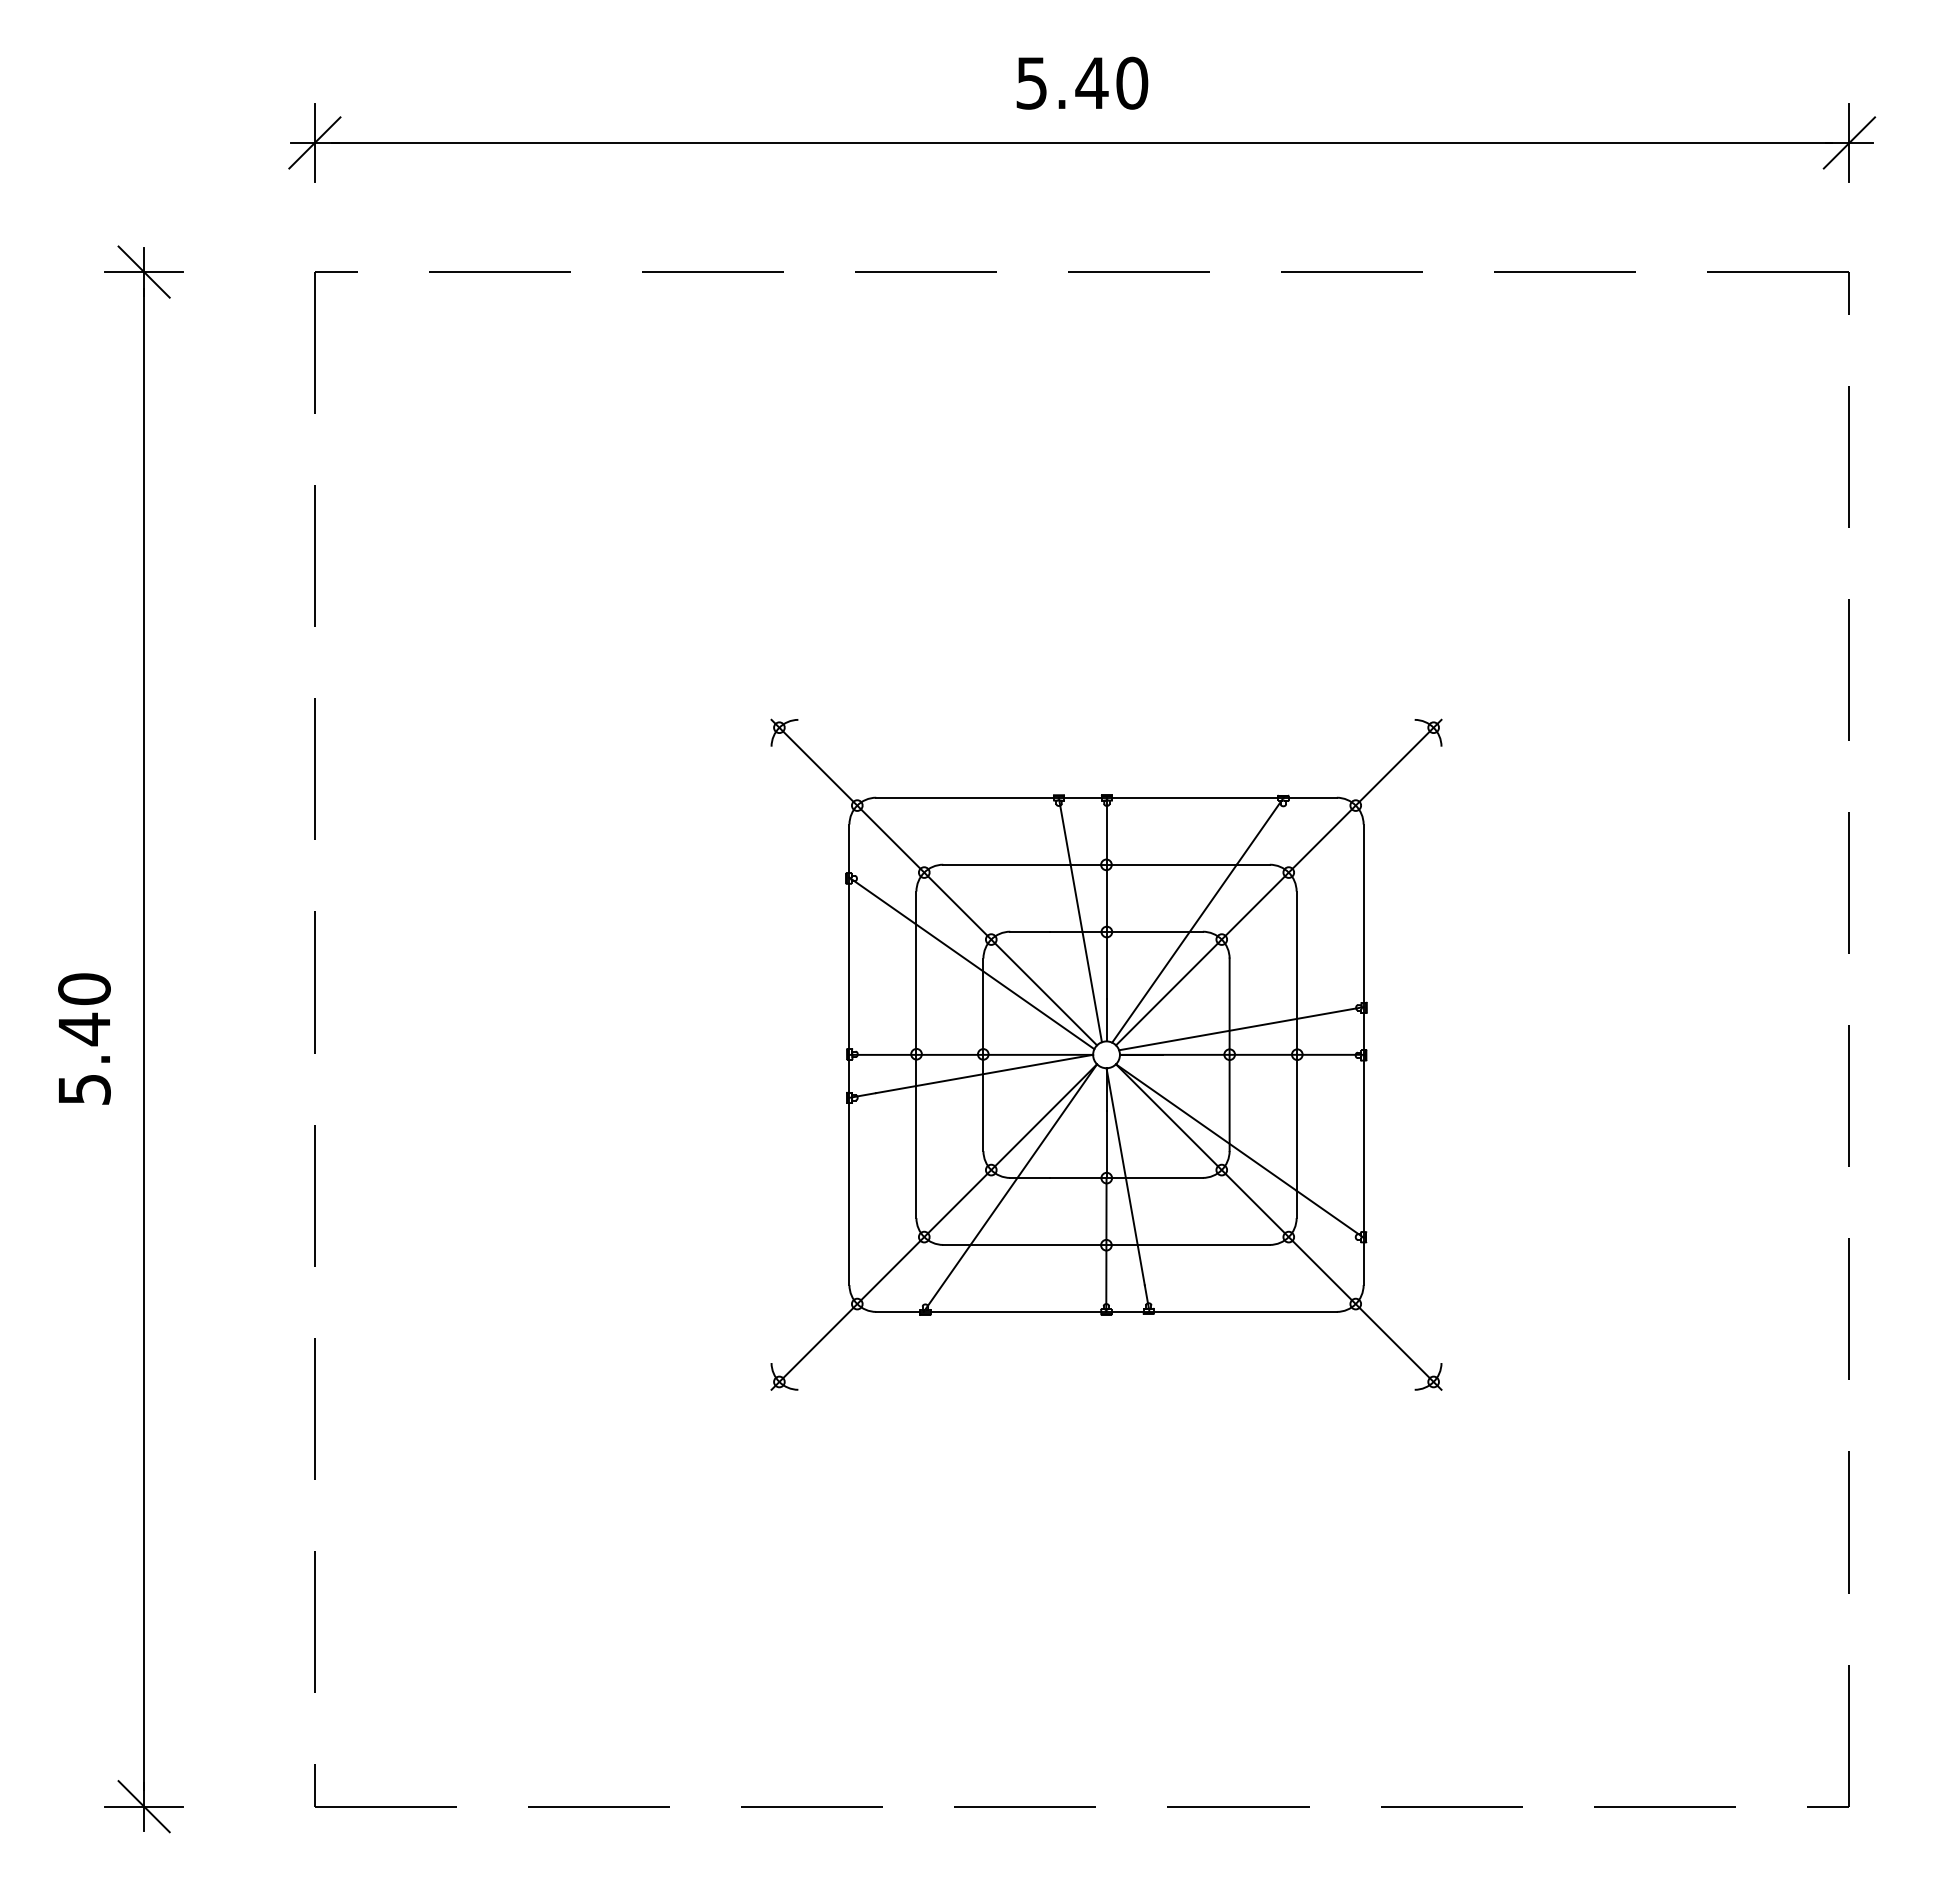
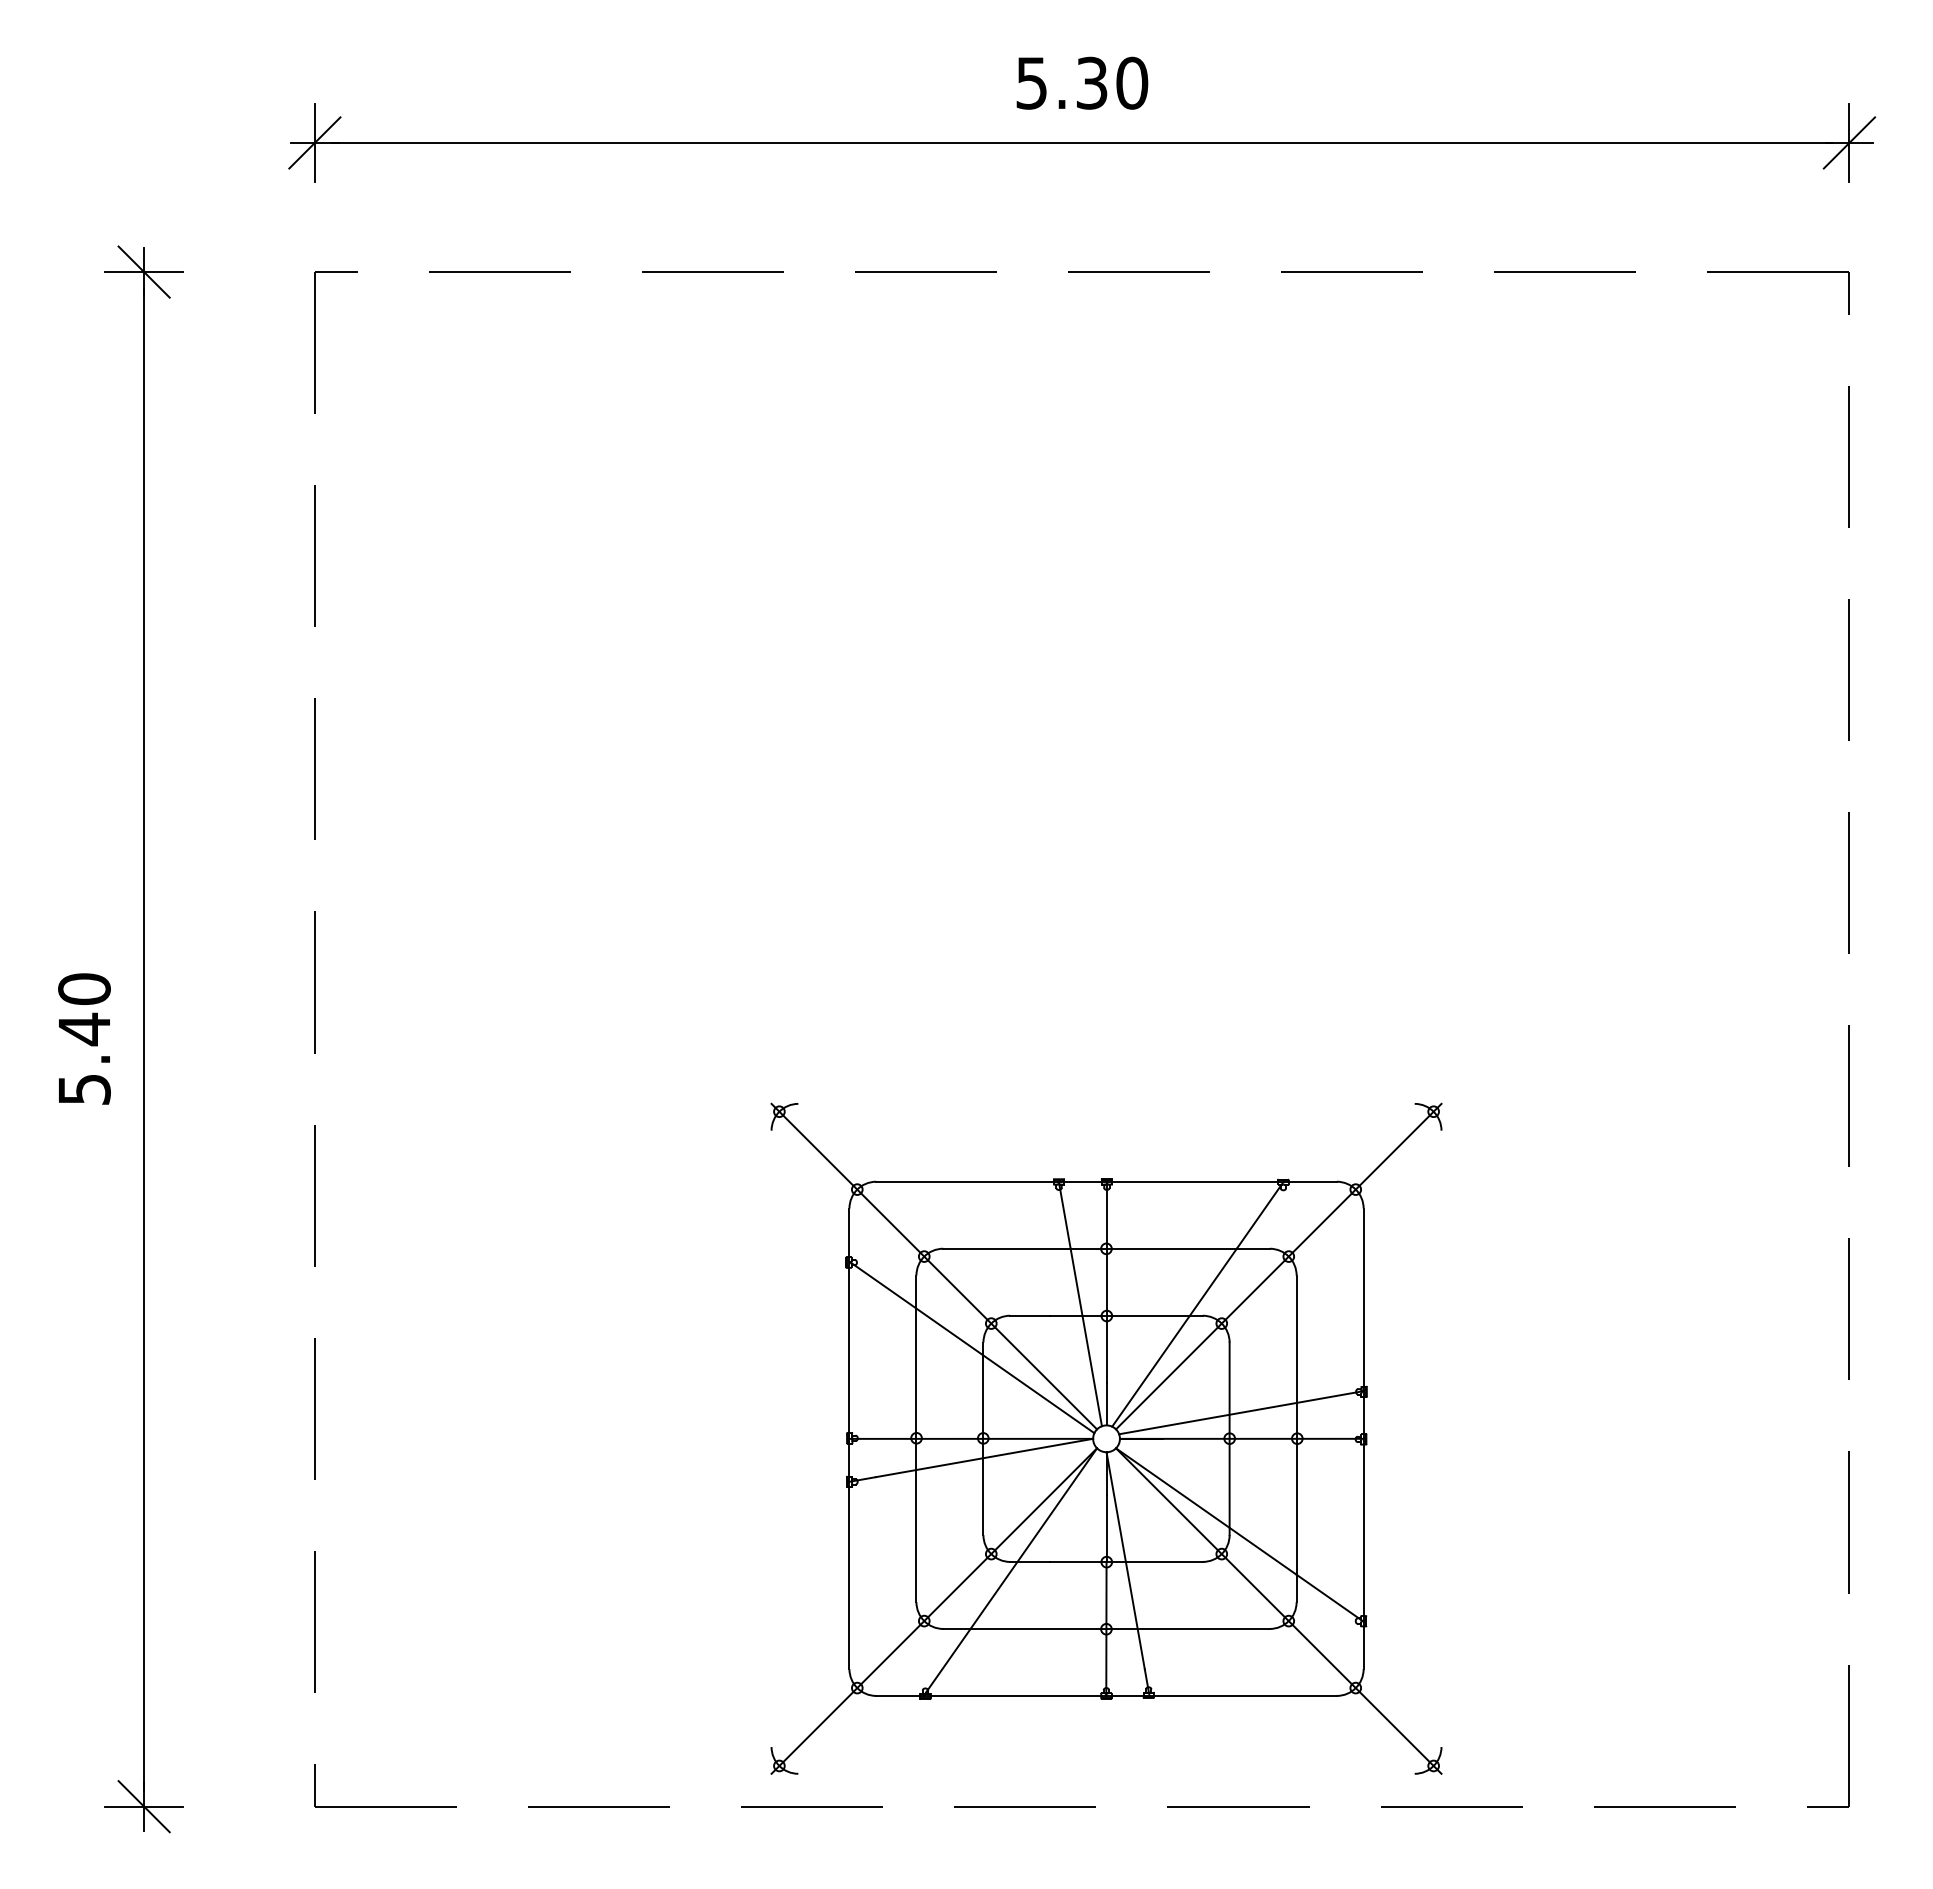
text at (1091, 82): 5.40 -> 5.30
part at (1106, 1054) position: (1106, 1054) -> (1106, 1438)
